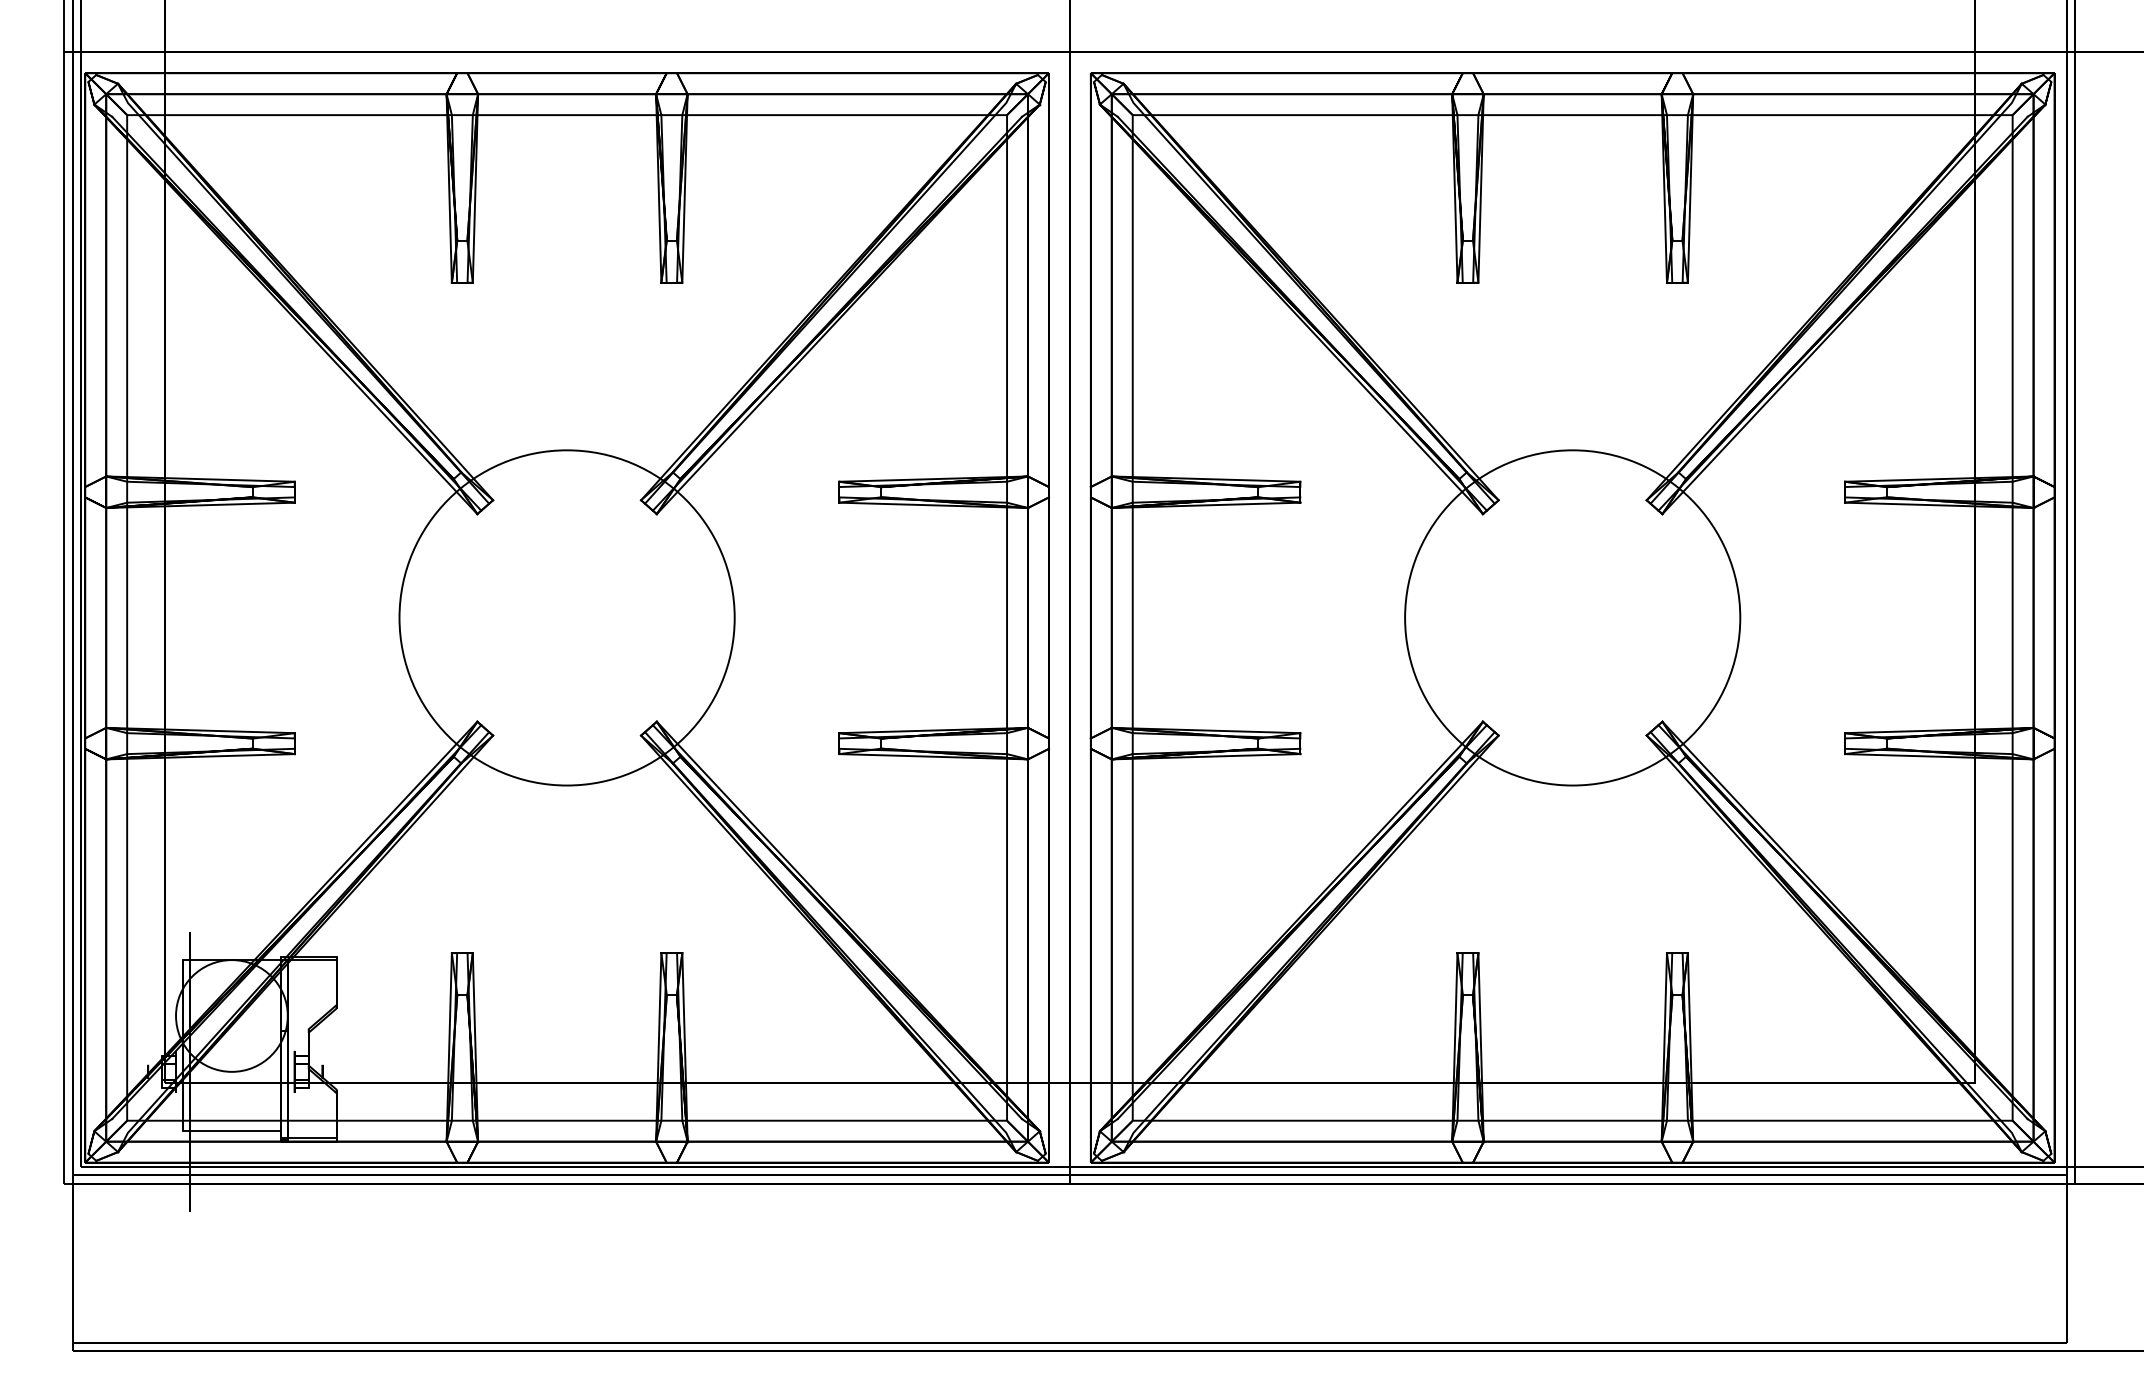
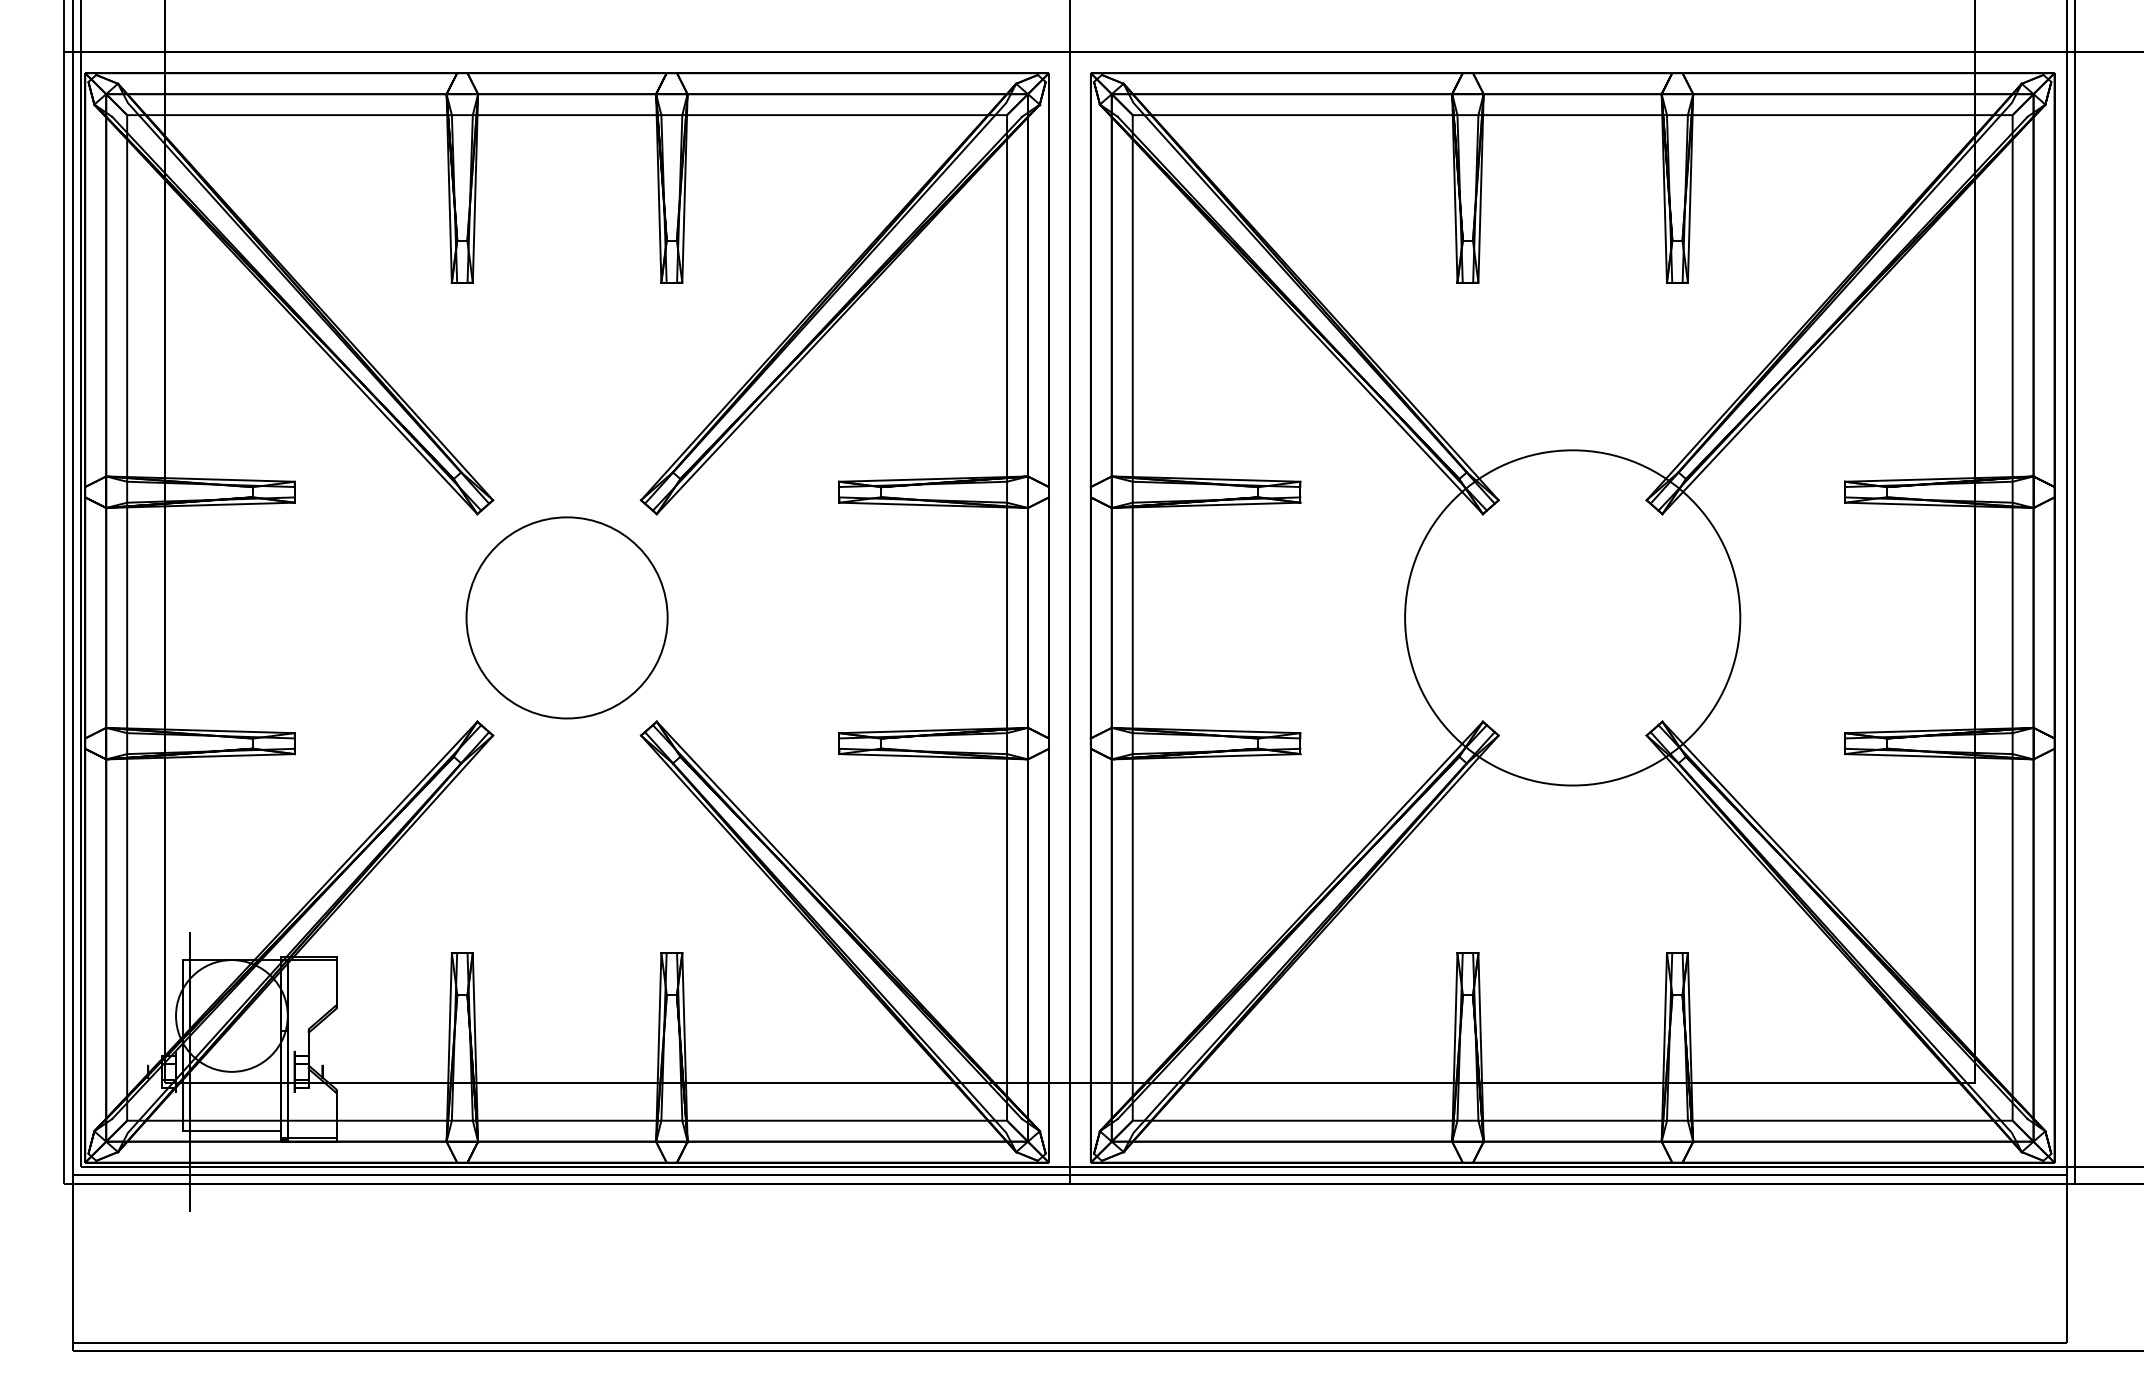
circle at (566, 617) diameter: 335 px -> 201 px
